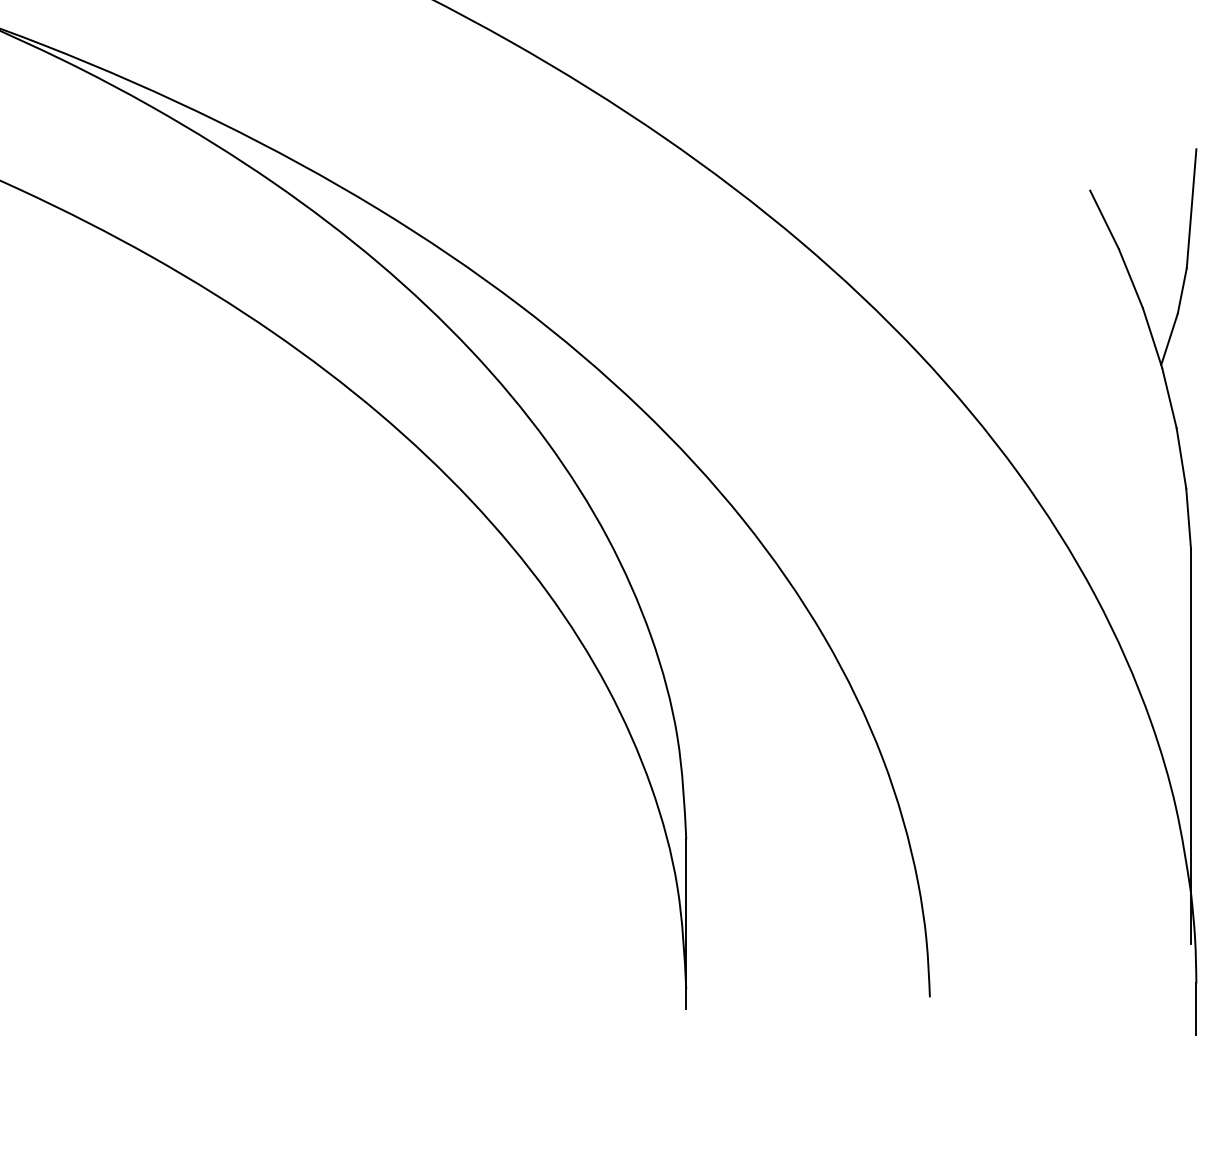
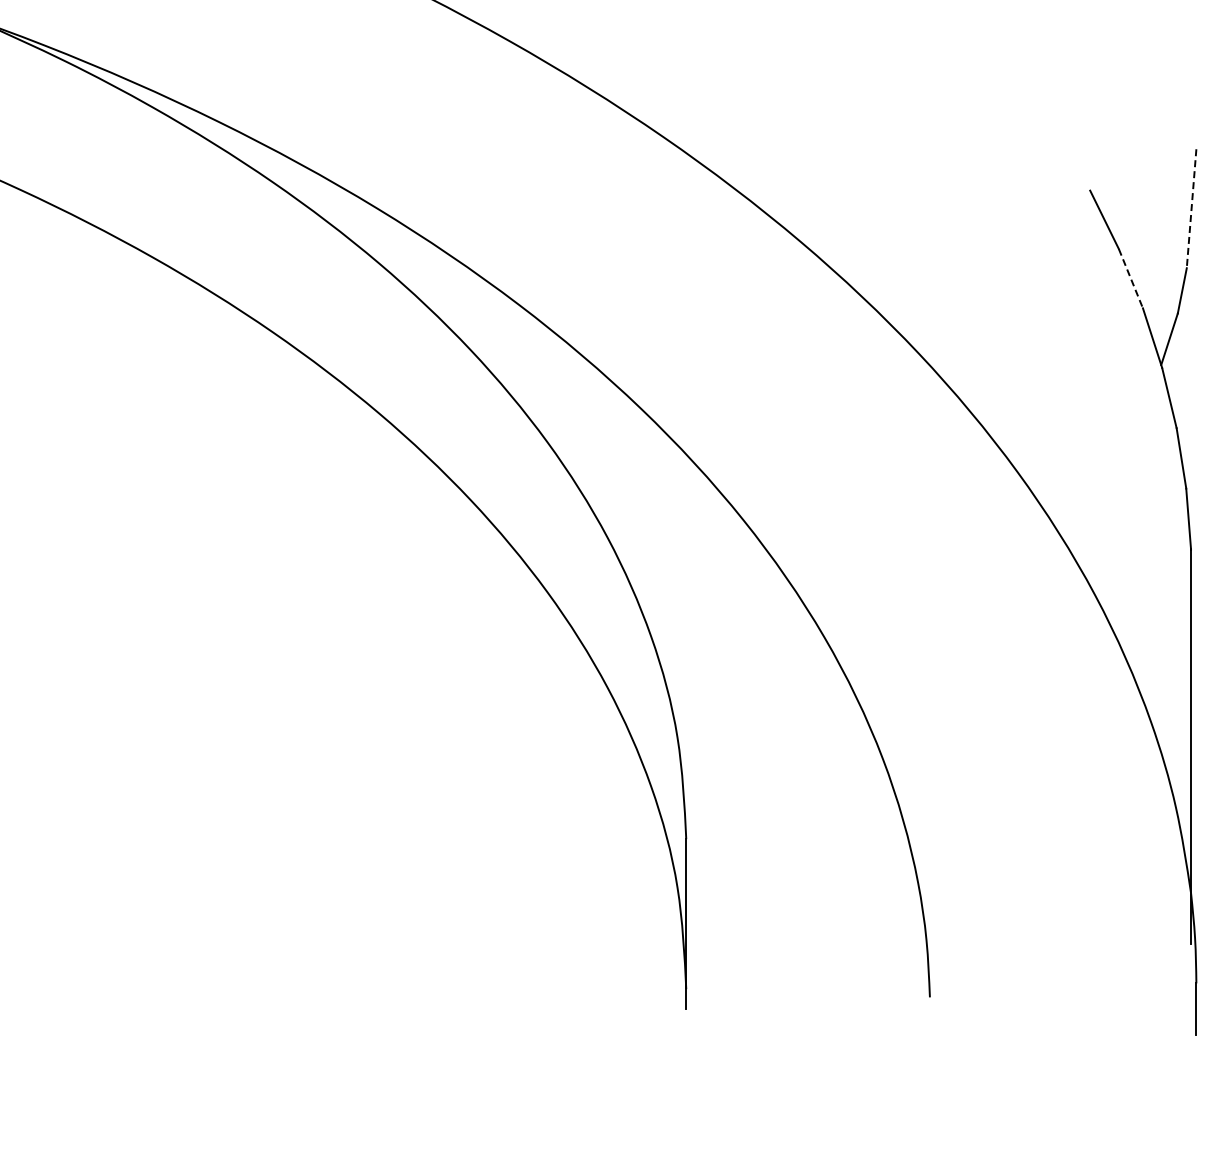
line at (1191, 208): solid -> dashed
line at (1130, 278): solid -> dashed
